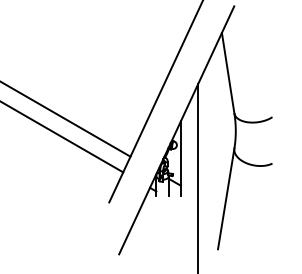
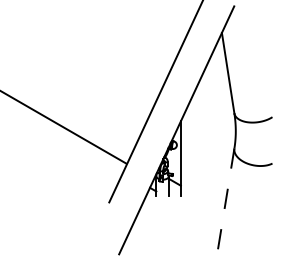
line at (66, 119) position: (66, 119) -> (64, 127)
line at (62, 137): present -> none
line at (198, 177): present -> none
line at (226, 199): solid -> dashed
